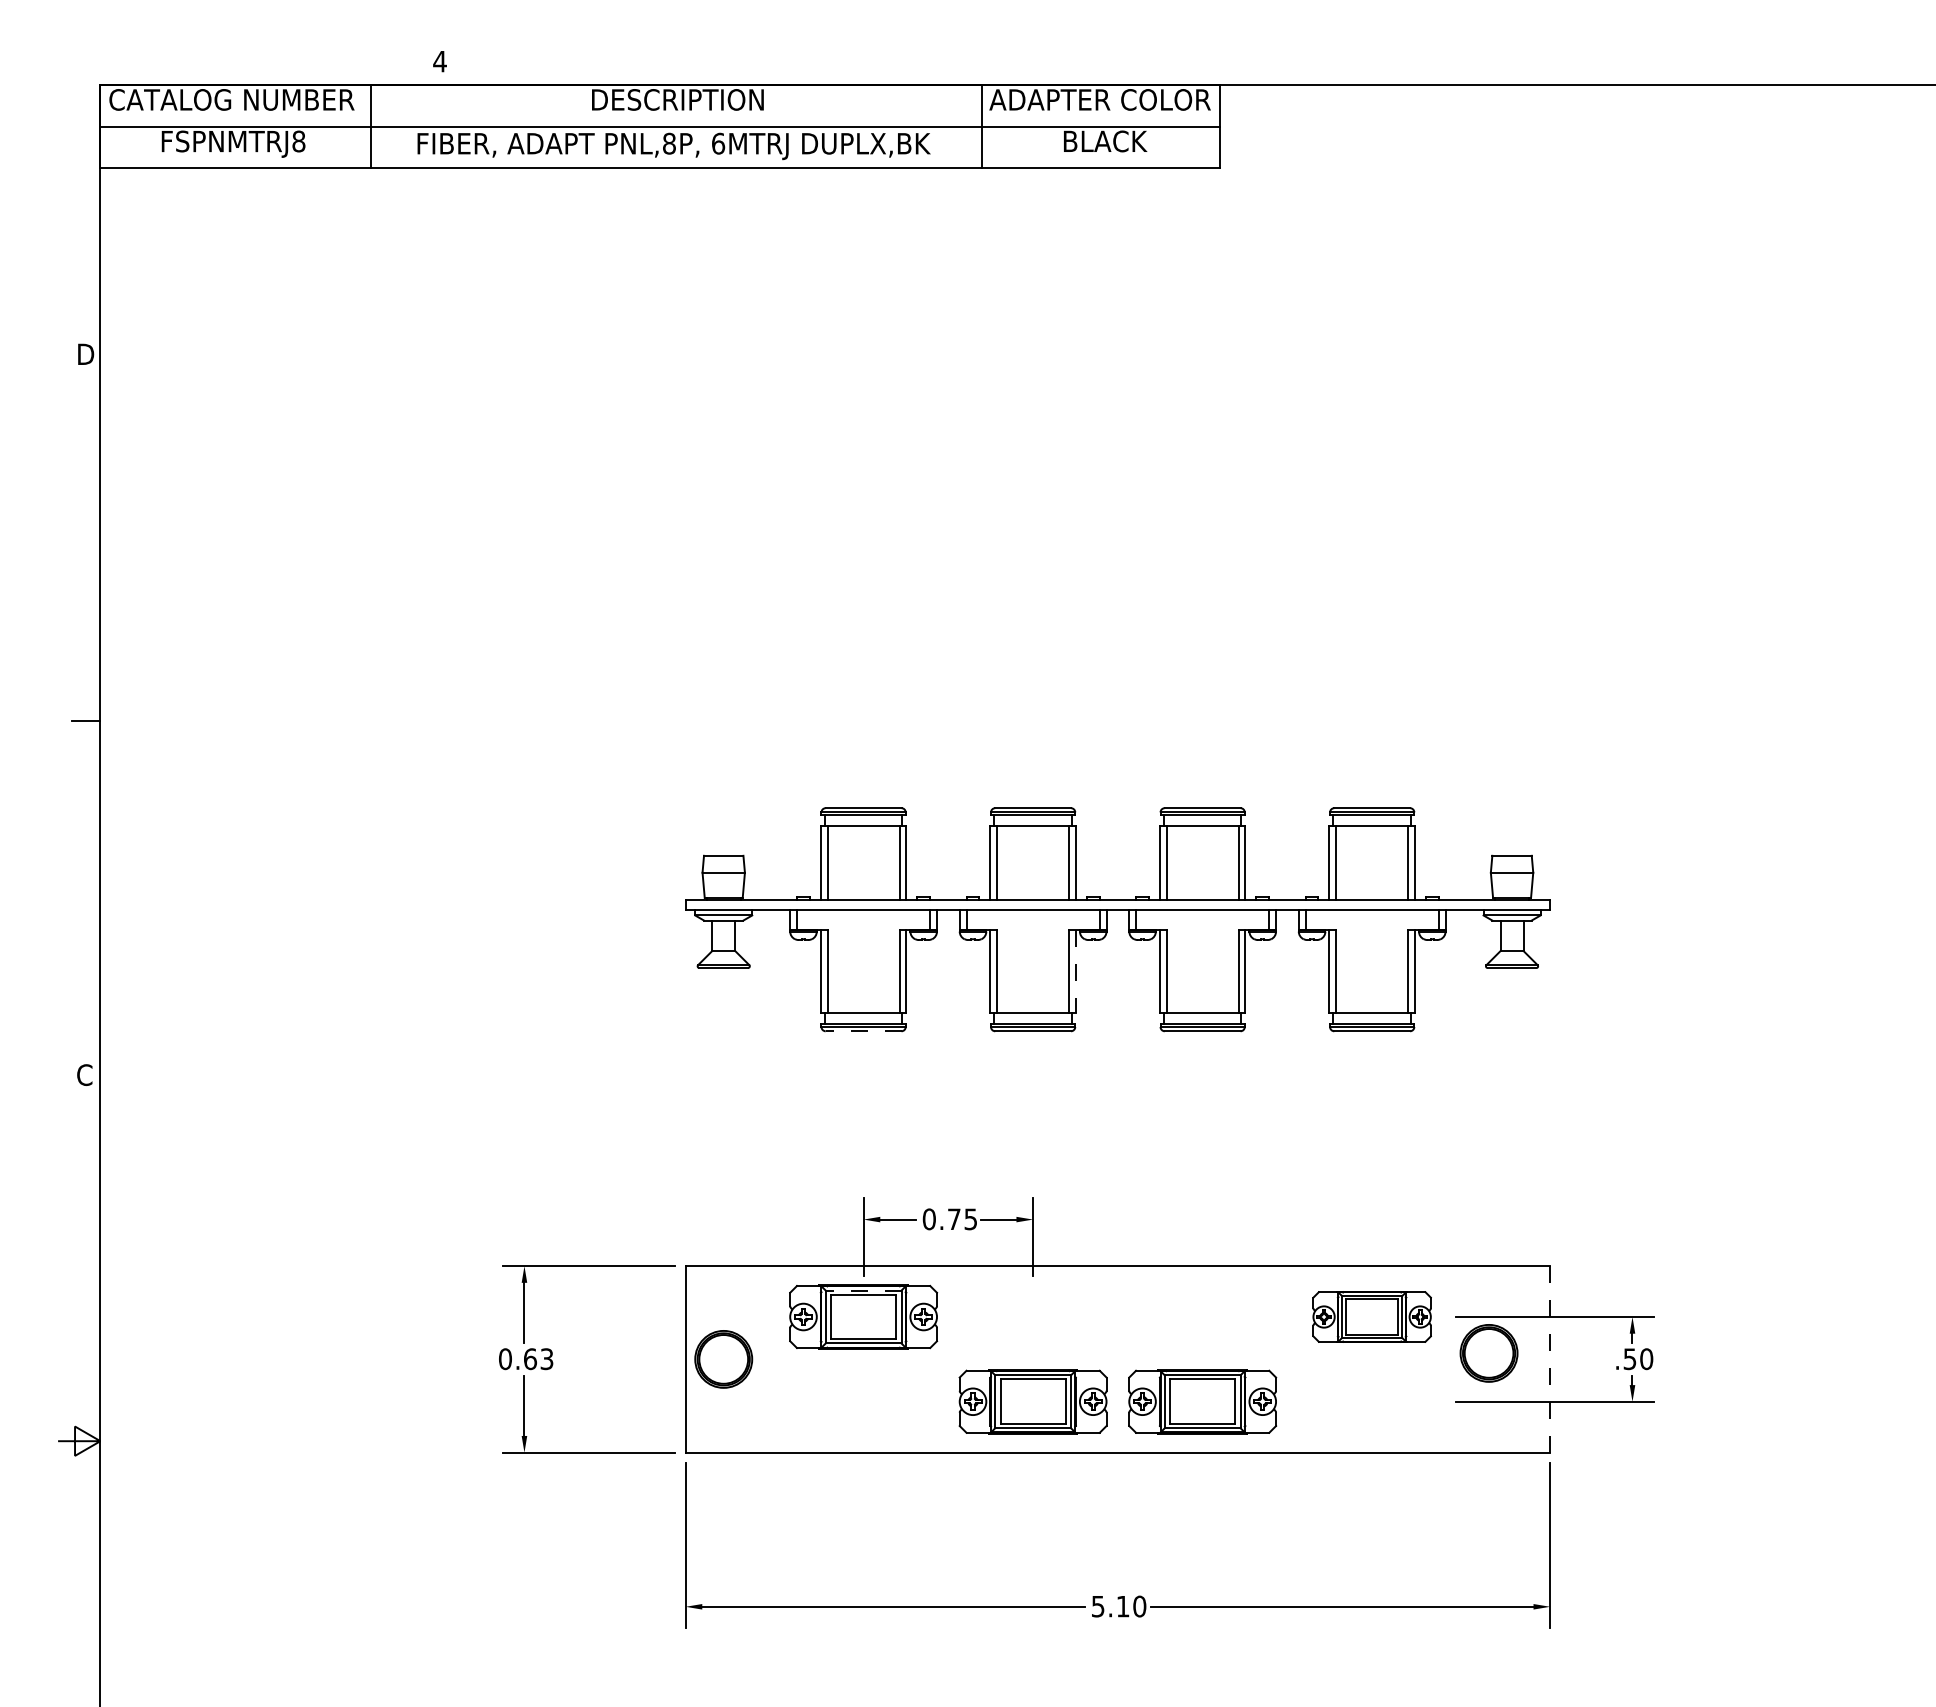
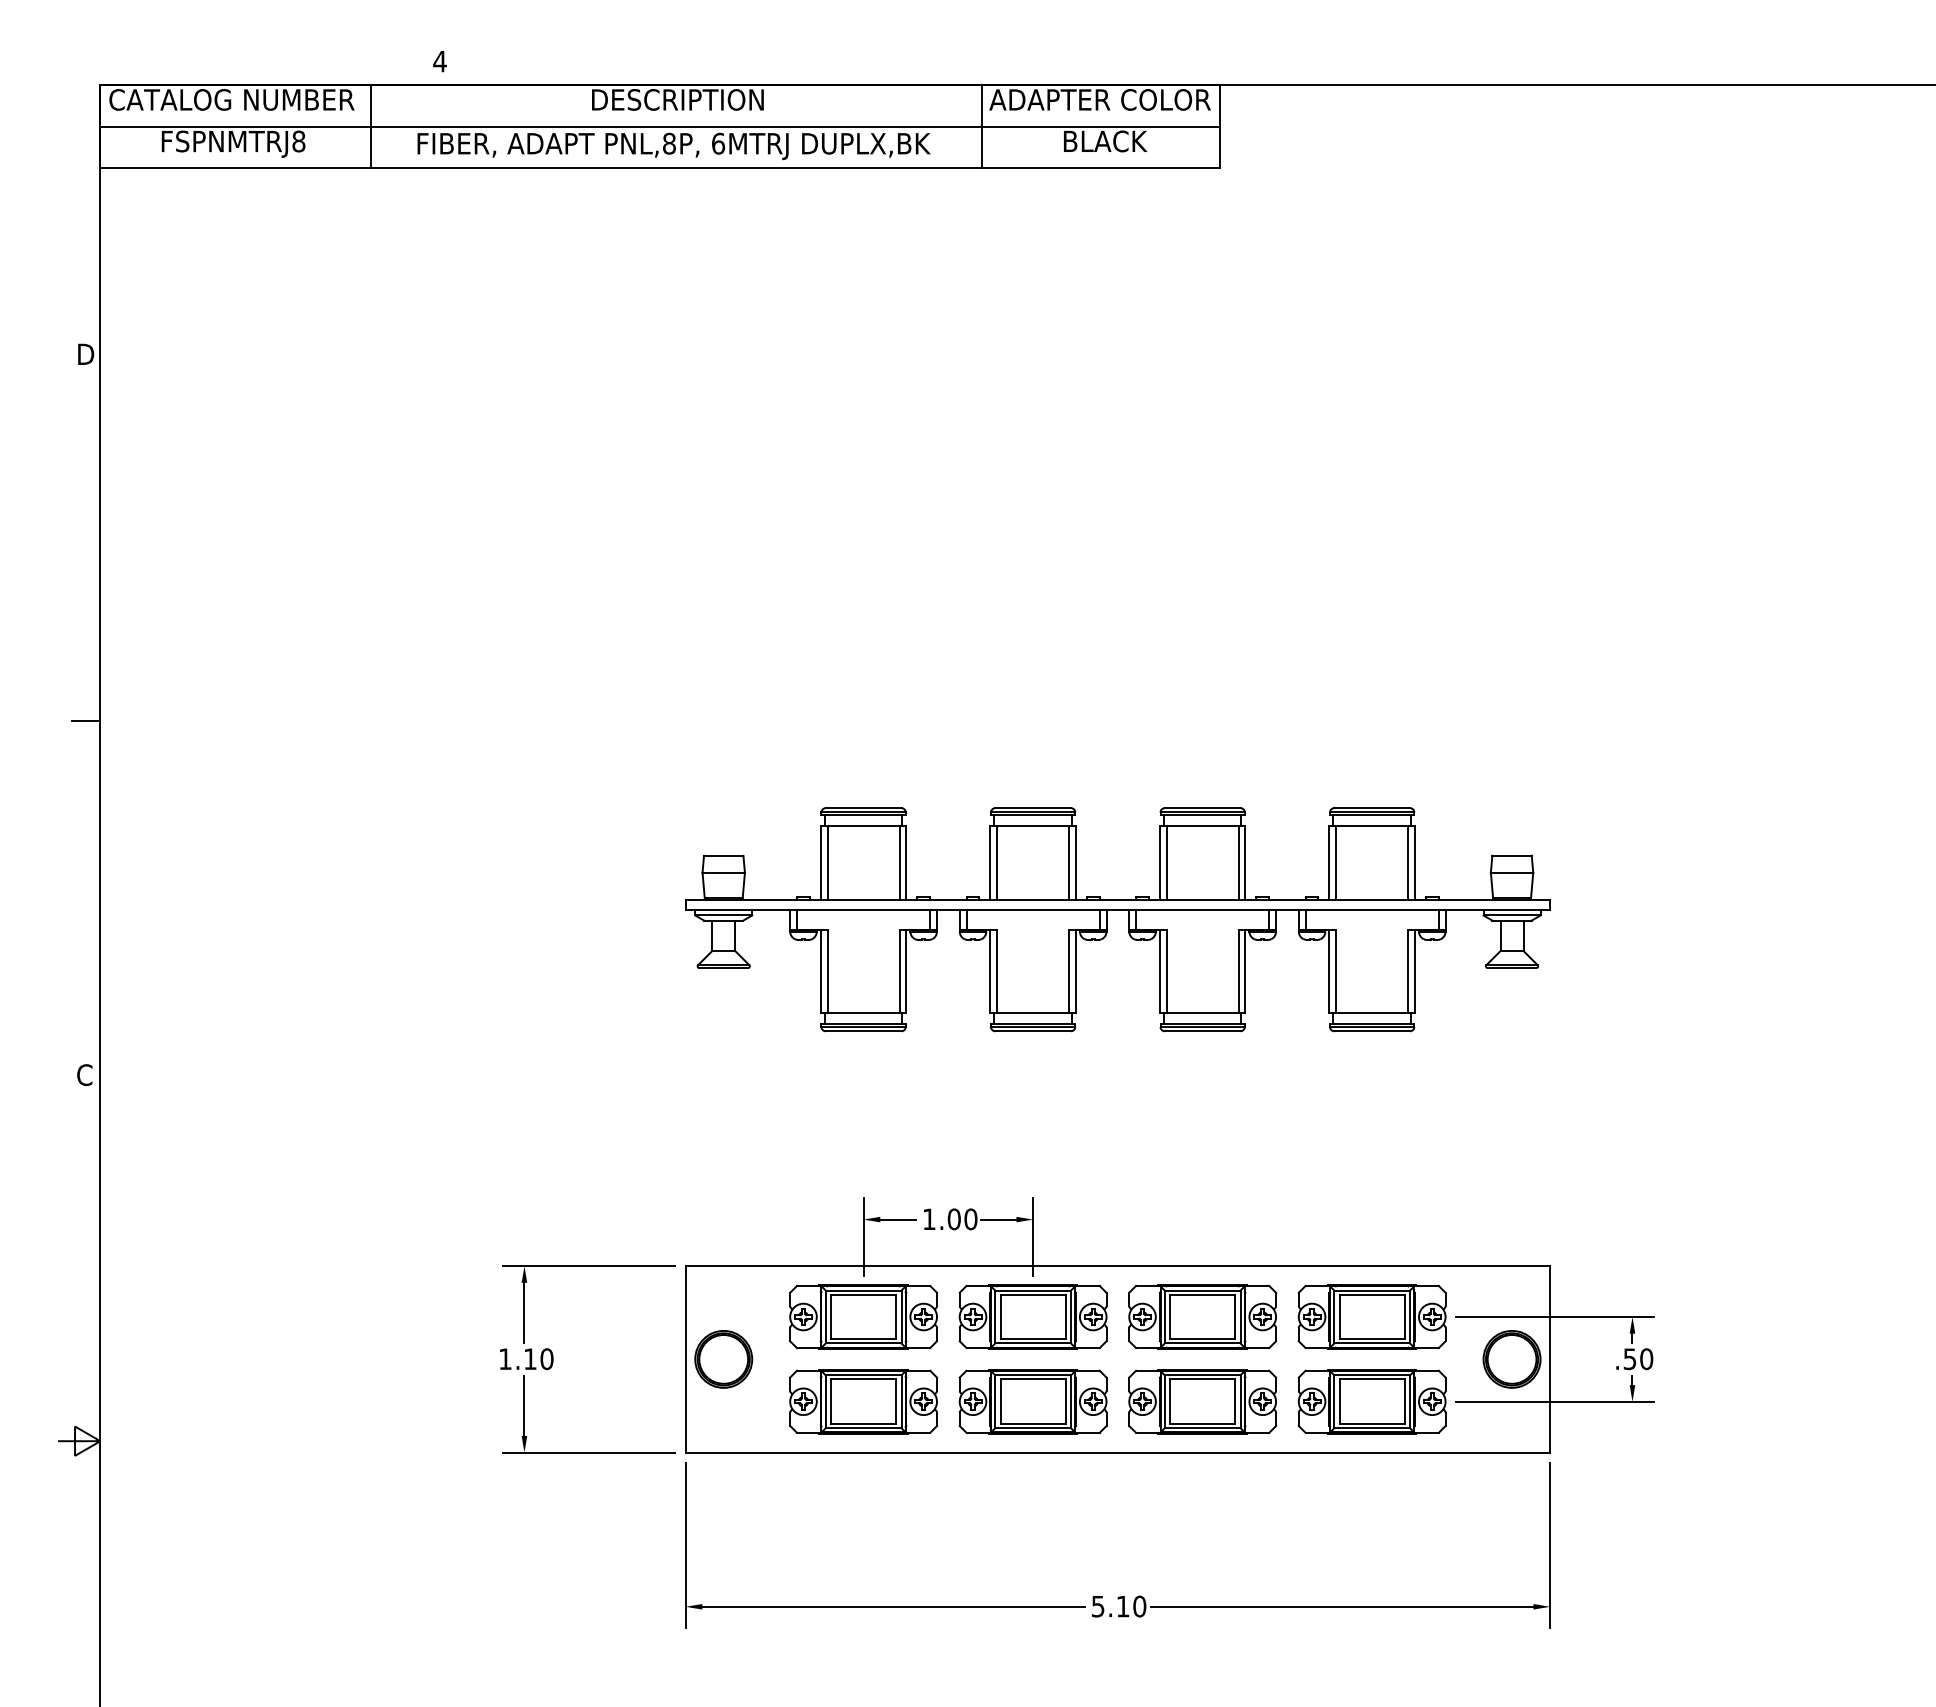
line at (1075, 971): dashed -> solid
line at (863, 1031): dashed -> solid
text at (949, 1219): 0.75 -> 1.00
line at (863, 1290): dashed -> solid
part at (1032, 1316): none -> present
part at (1202, 1316): none -> present
part at (1371, 1316) size: 120x52 px -> 150x66 px
part at (1488, 1353) position: (1488, 1353) -> (1511, 1359)
text at (526, 1359): 0.63 -> 1.10
line at (1550, 1359): dashed -> solid
part at (863, 1401): none -> present
part at (1371, 1401): none -> present
